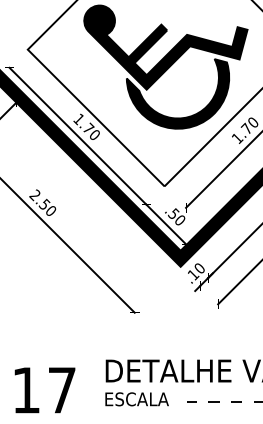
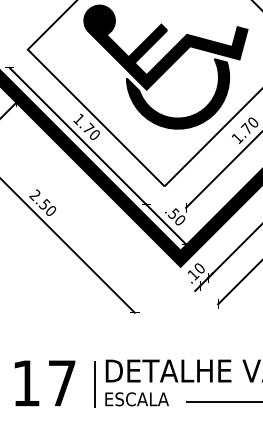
line at (95, 384): none -> present
text at (44, 390) position: (44, 390) -> (44, 383)
line at (224, 402): dashed -> solid
